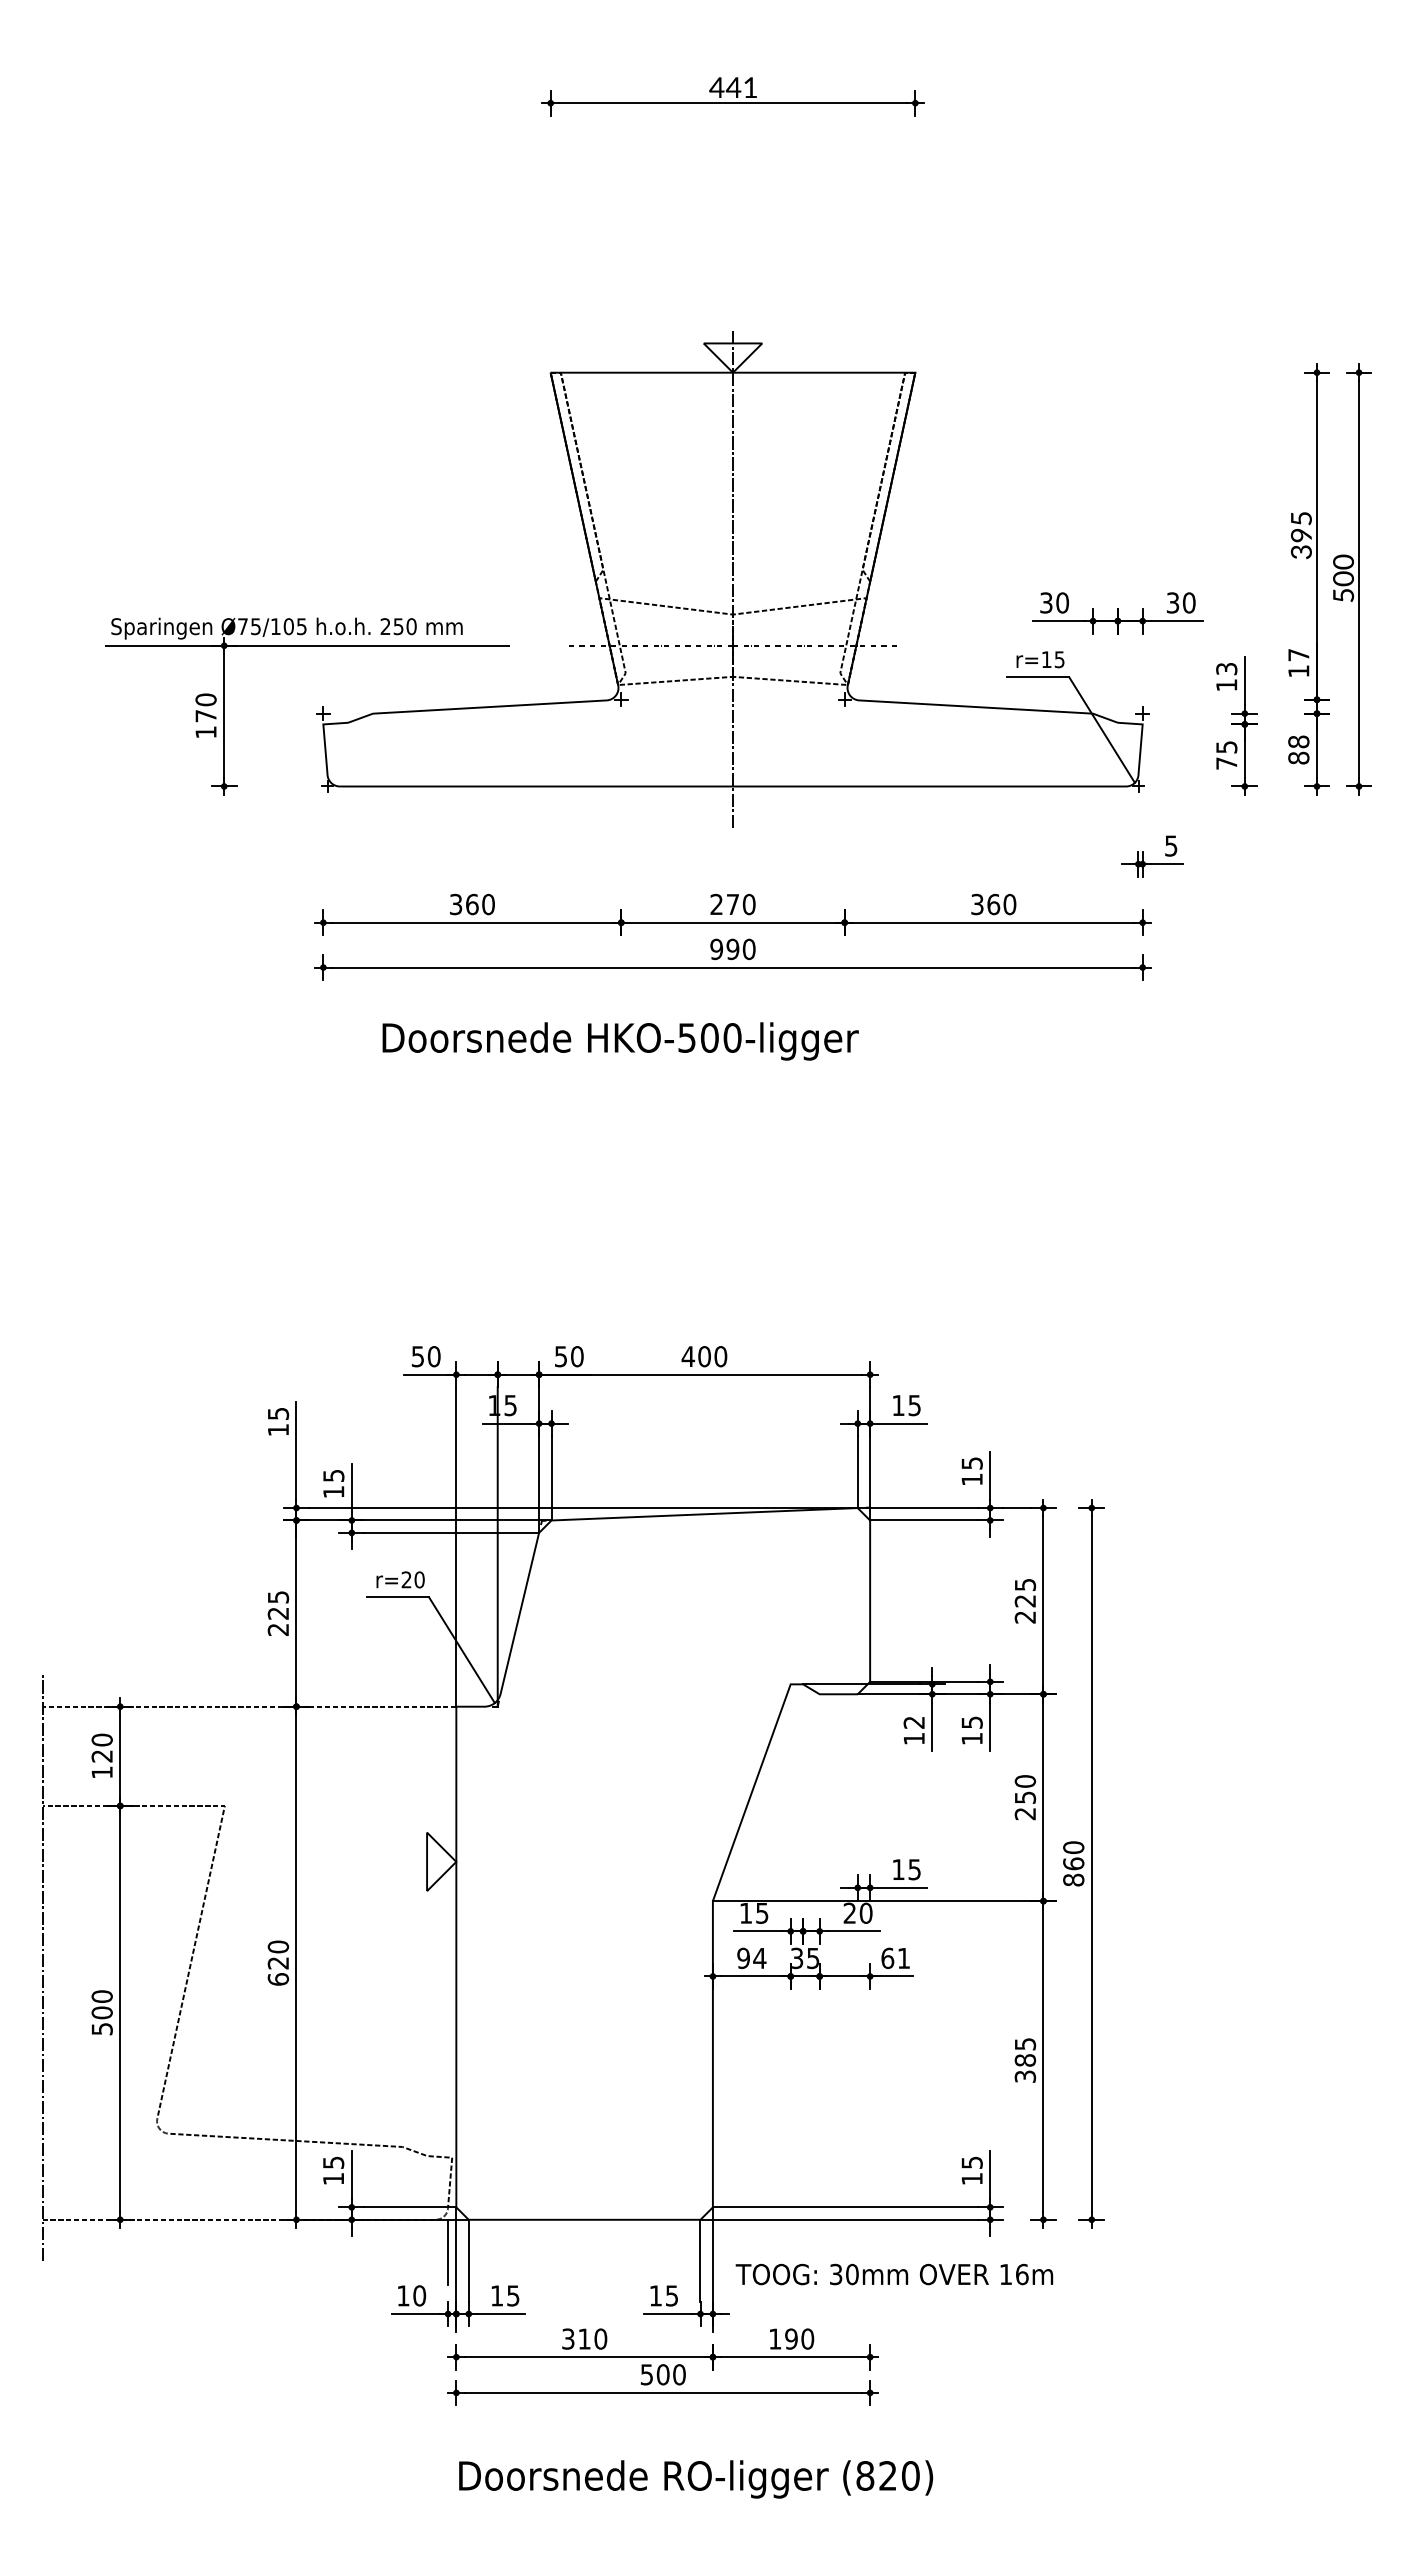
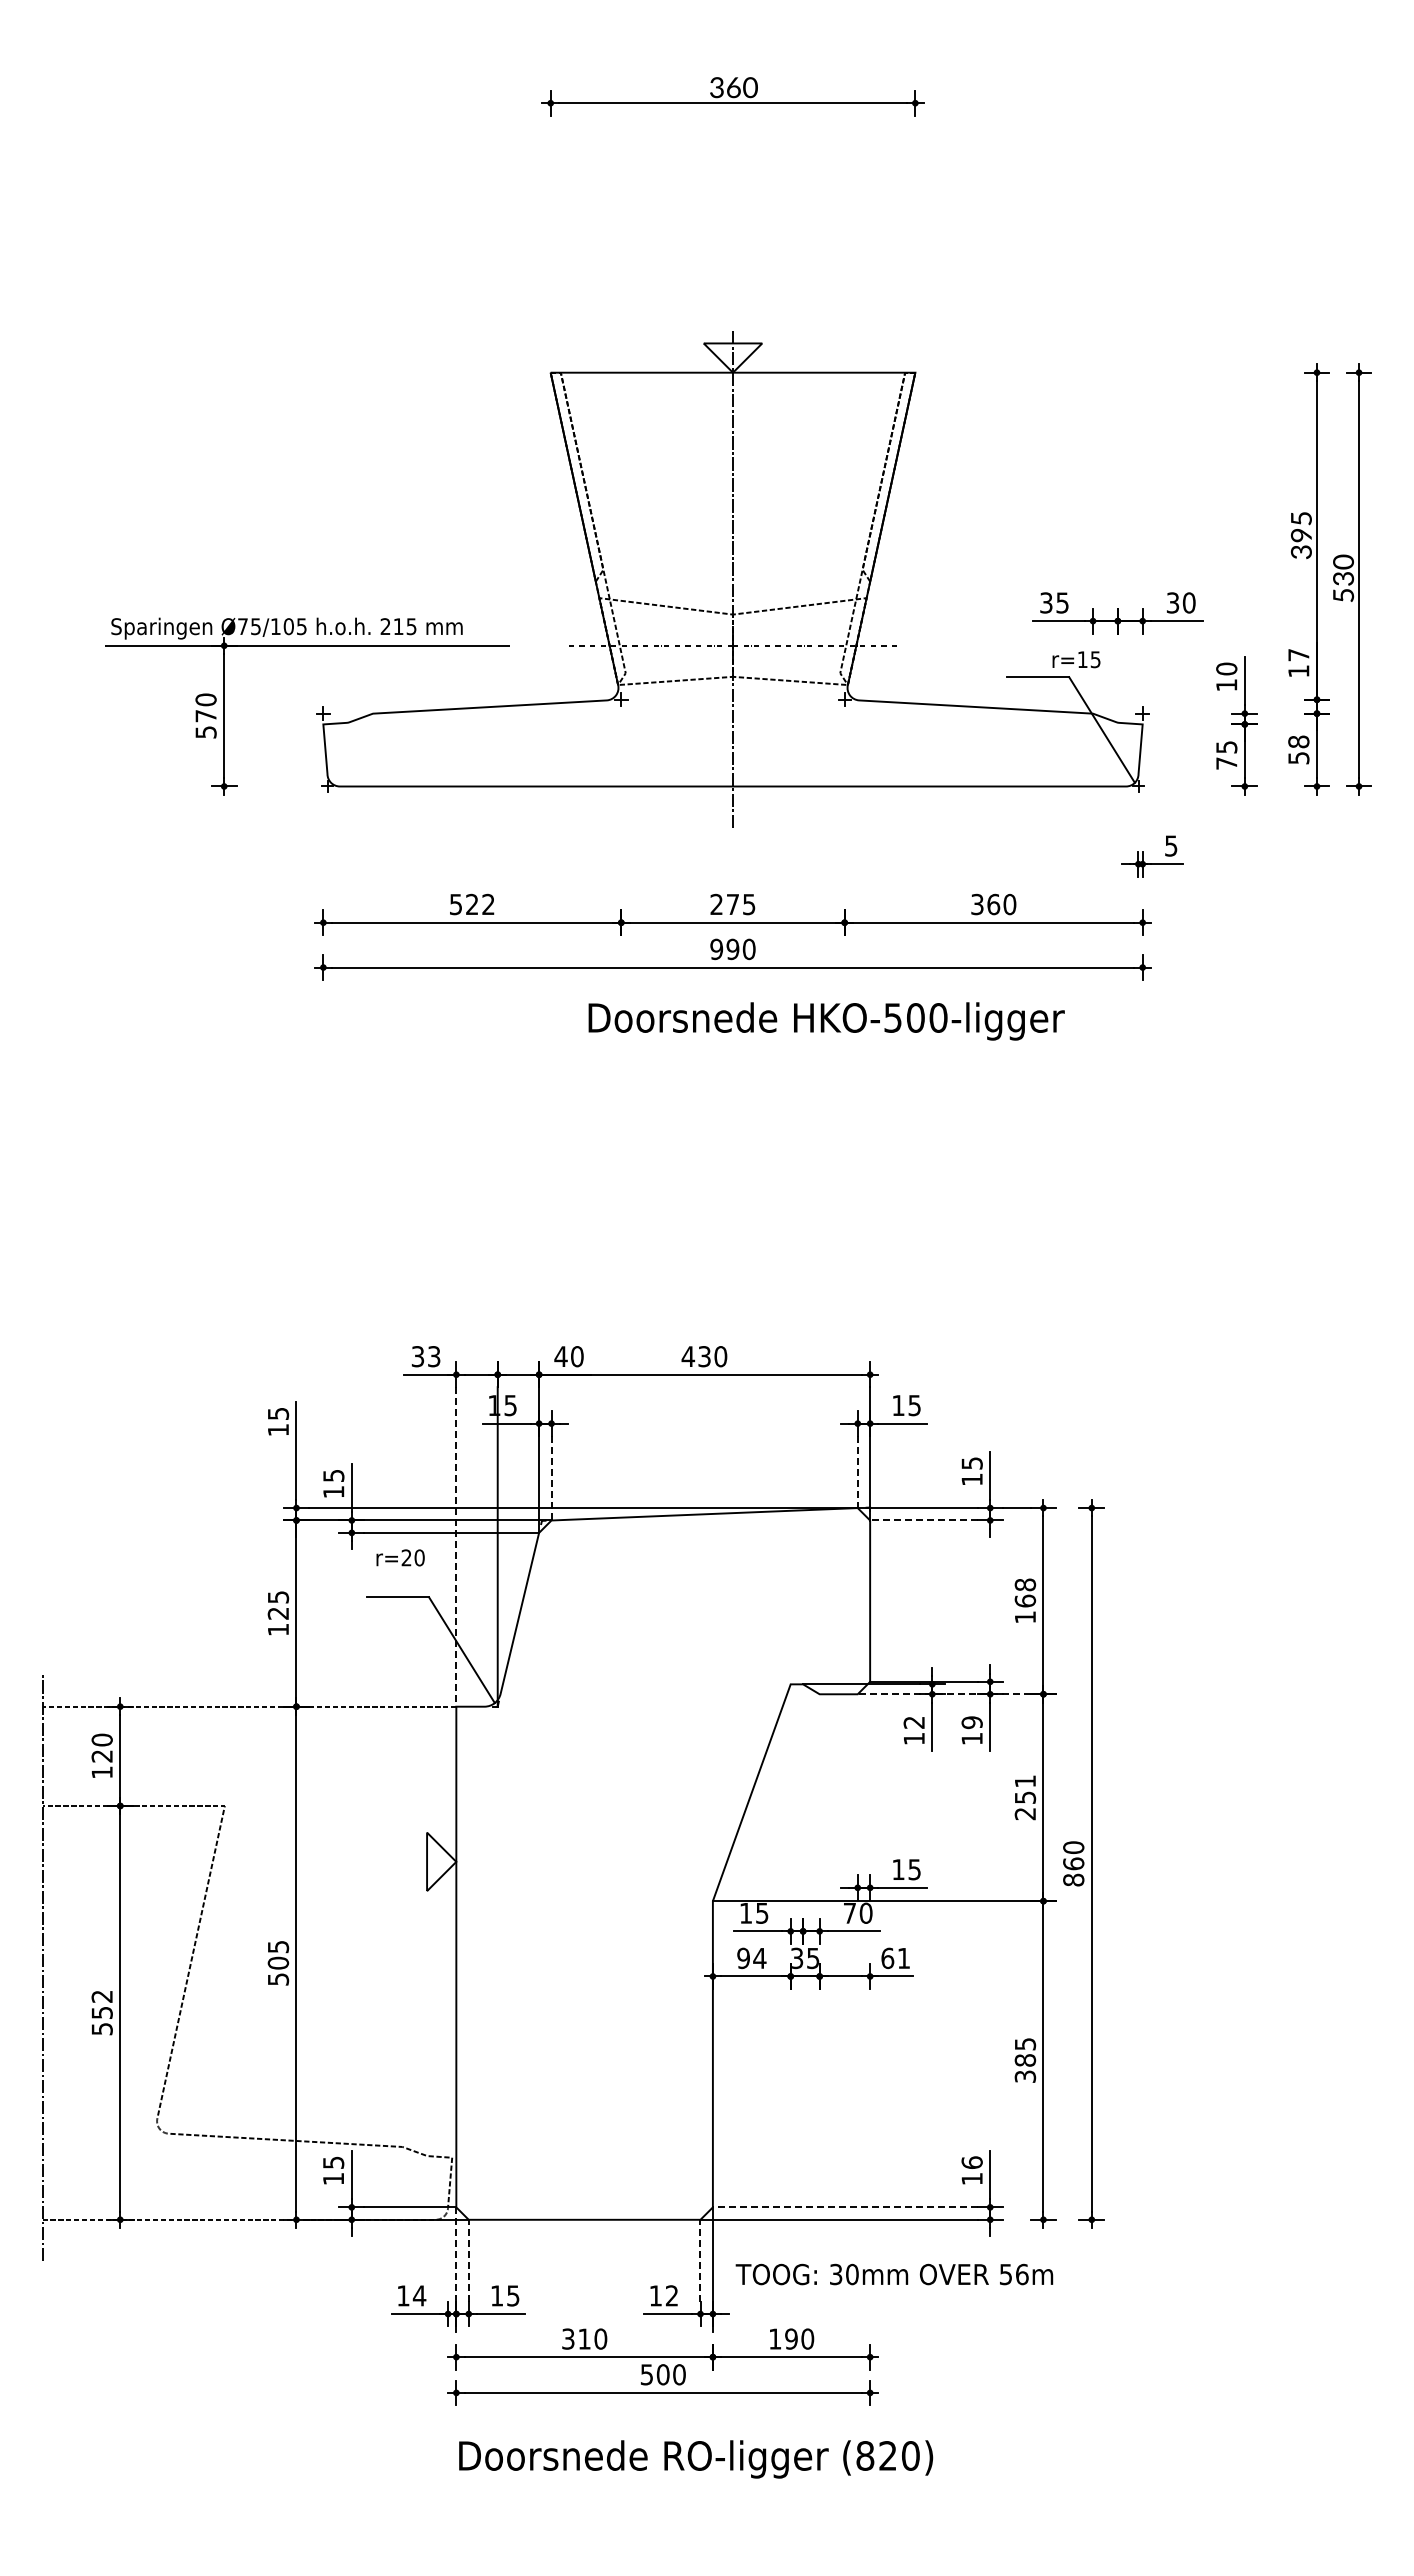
text at (733, 87): 441 -> 360
text at (1343, 578): 500 -> 530
text at (1062, 602): 30 -> 35
text at (404, 626): 250 -> 215
text at (1040, 659) position: (1040, 659) -> (1076, 659)
text at (1226, 668): 13 -> 10
text at (205, 732): 170 -> 570
text at (1298, 757): 88 -> 58
text at (472, 904): 360 -> 522
text at (748, 904): 270 -> 275
text at (620, 1041) position: (620, 1041) -> (826, 1021)
text at (426, 1356): 50 -> 33
text at (560, 1356): 50 -> 40
text at (704, 1356): 400 -> 430
line at (857, 1472): solid -> dashed
line at (551, 1478): solid -> dashed
line at (923, 1520): solid -> dashed
line at (456, 1546): solid -> dashed
text at (400, 1579) position: (400, 1579) -> (400, 1557)
text at (1025, 1600): 225 -> 168
text at (277, 1629): 225 -> 125
line at (944, 1694): solid -> dashed
text at (971, 1722): 15 -> 19
text at (1025, 1781): 250 -> 251
text at (849, 1912): 20 -> 70
text at (278, 1962): 620 -> 505
text at (101, 2004): 500 -> 552
text at (971, 2162): 15 -> 16
line at (844, 2207): solid -> dashed
line at (448, 2251): present -> none
line at (456, 2254): solid -> dashed
line at (468, 2260): solid -> dashed
line at (700, 2260): solid -> dashed
text at (1005, 2274): 16m -> 56m
text at (419, 2295): 10 -> 14
text at (671, 2295): 15 -> 12
text at (696, 2479) position: (696, 2479) -> (696, 2459)
